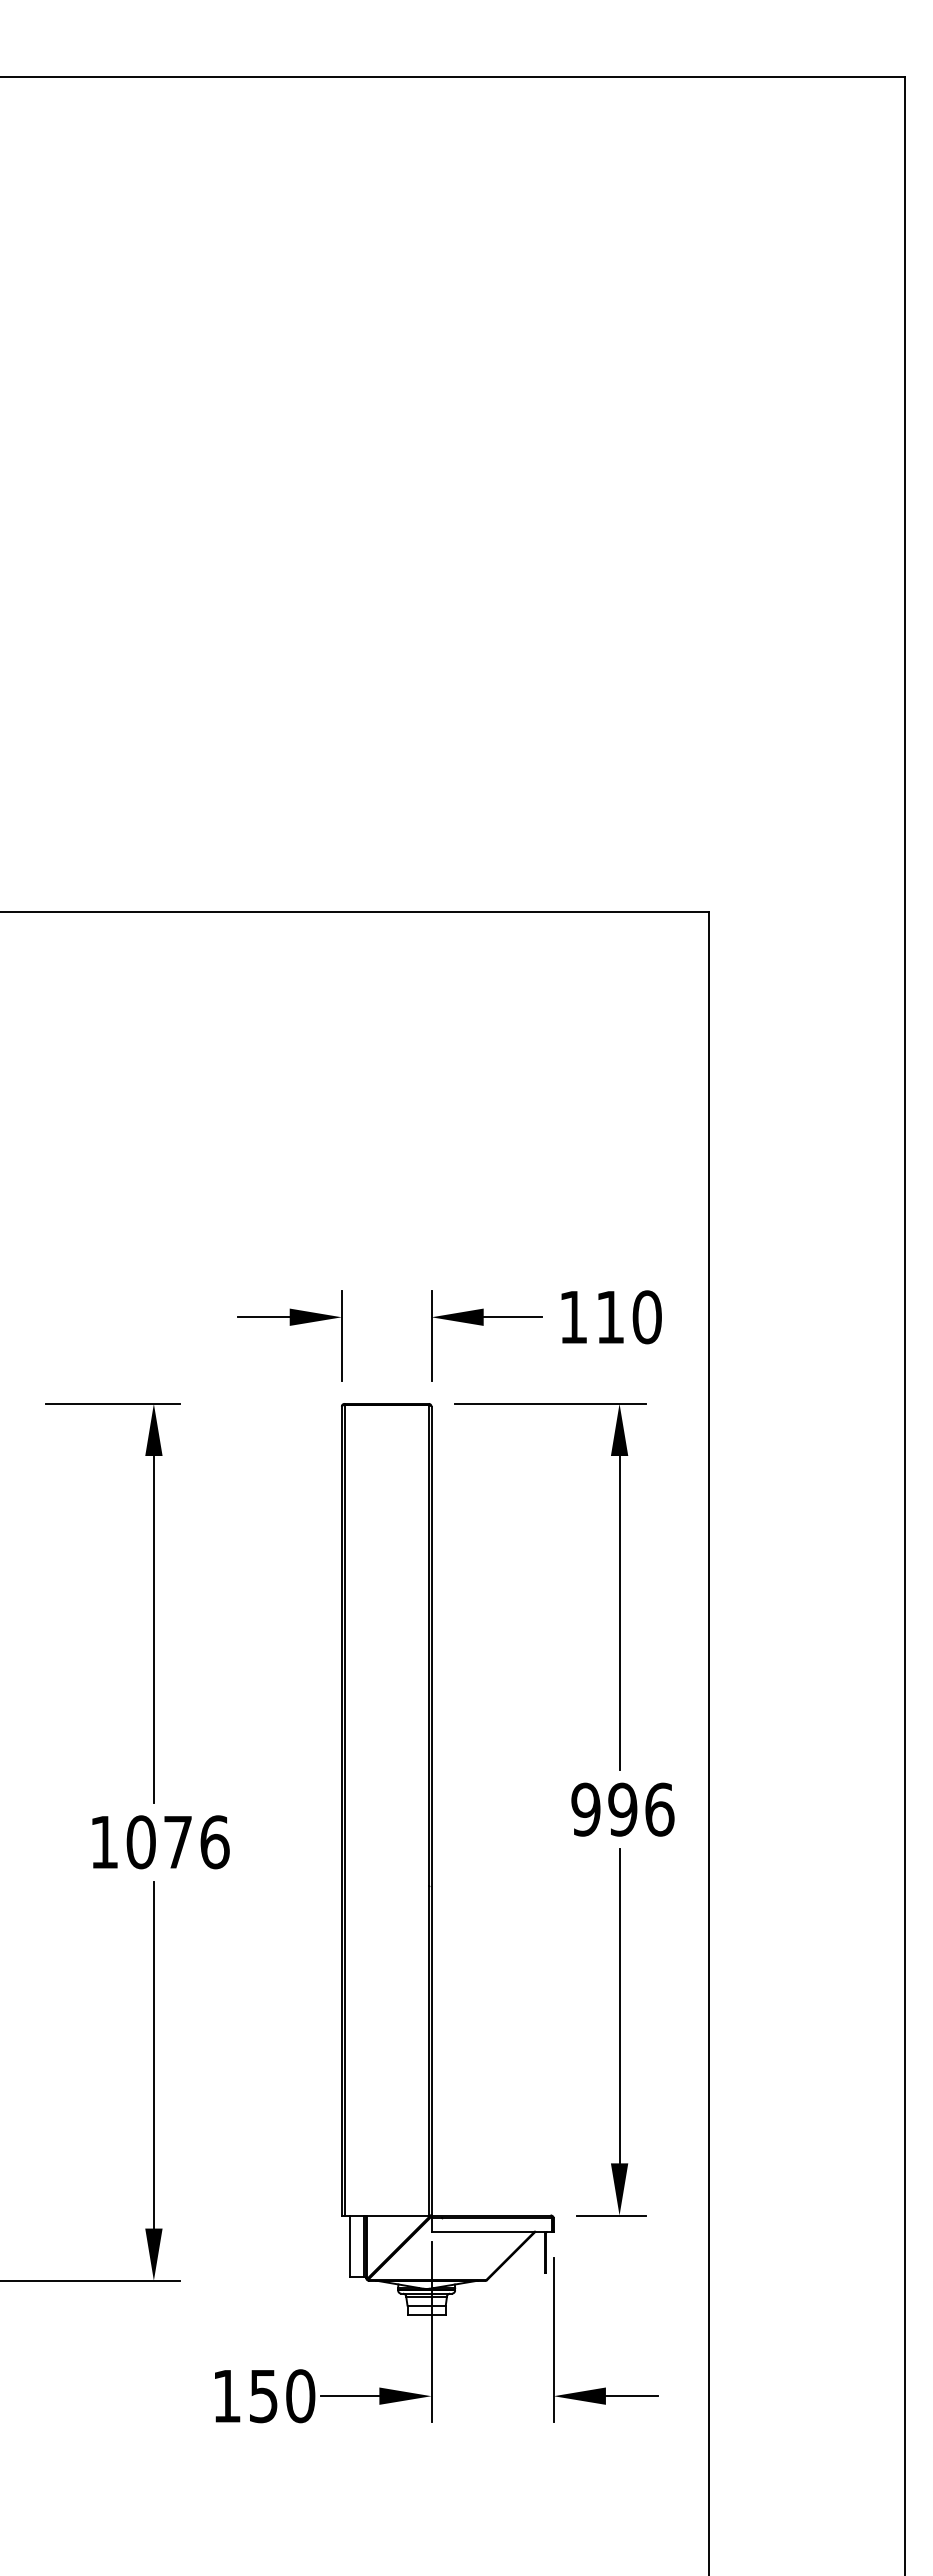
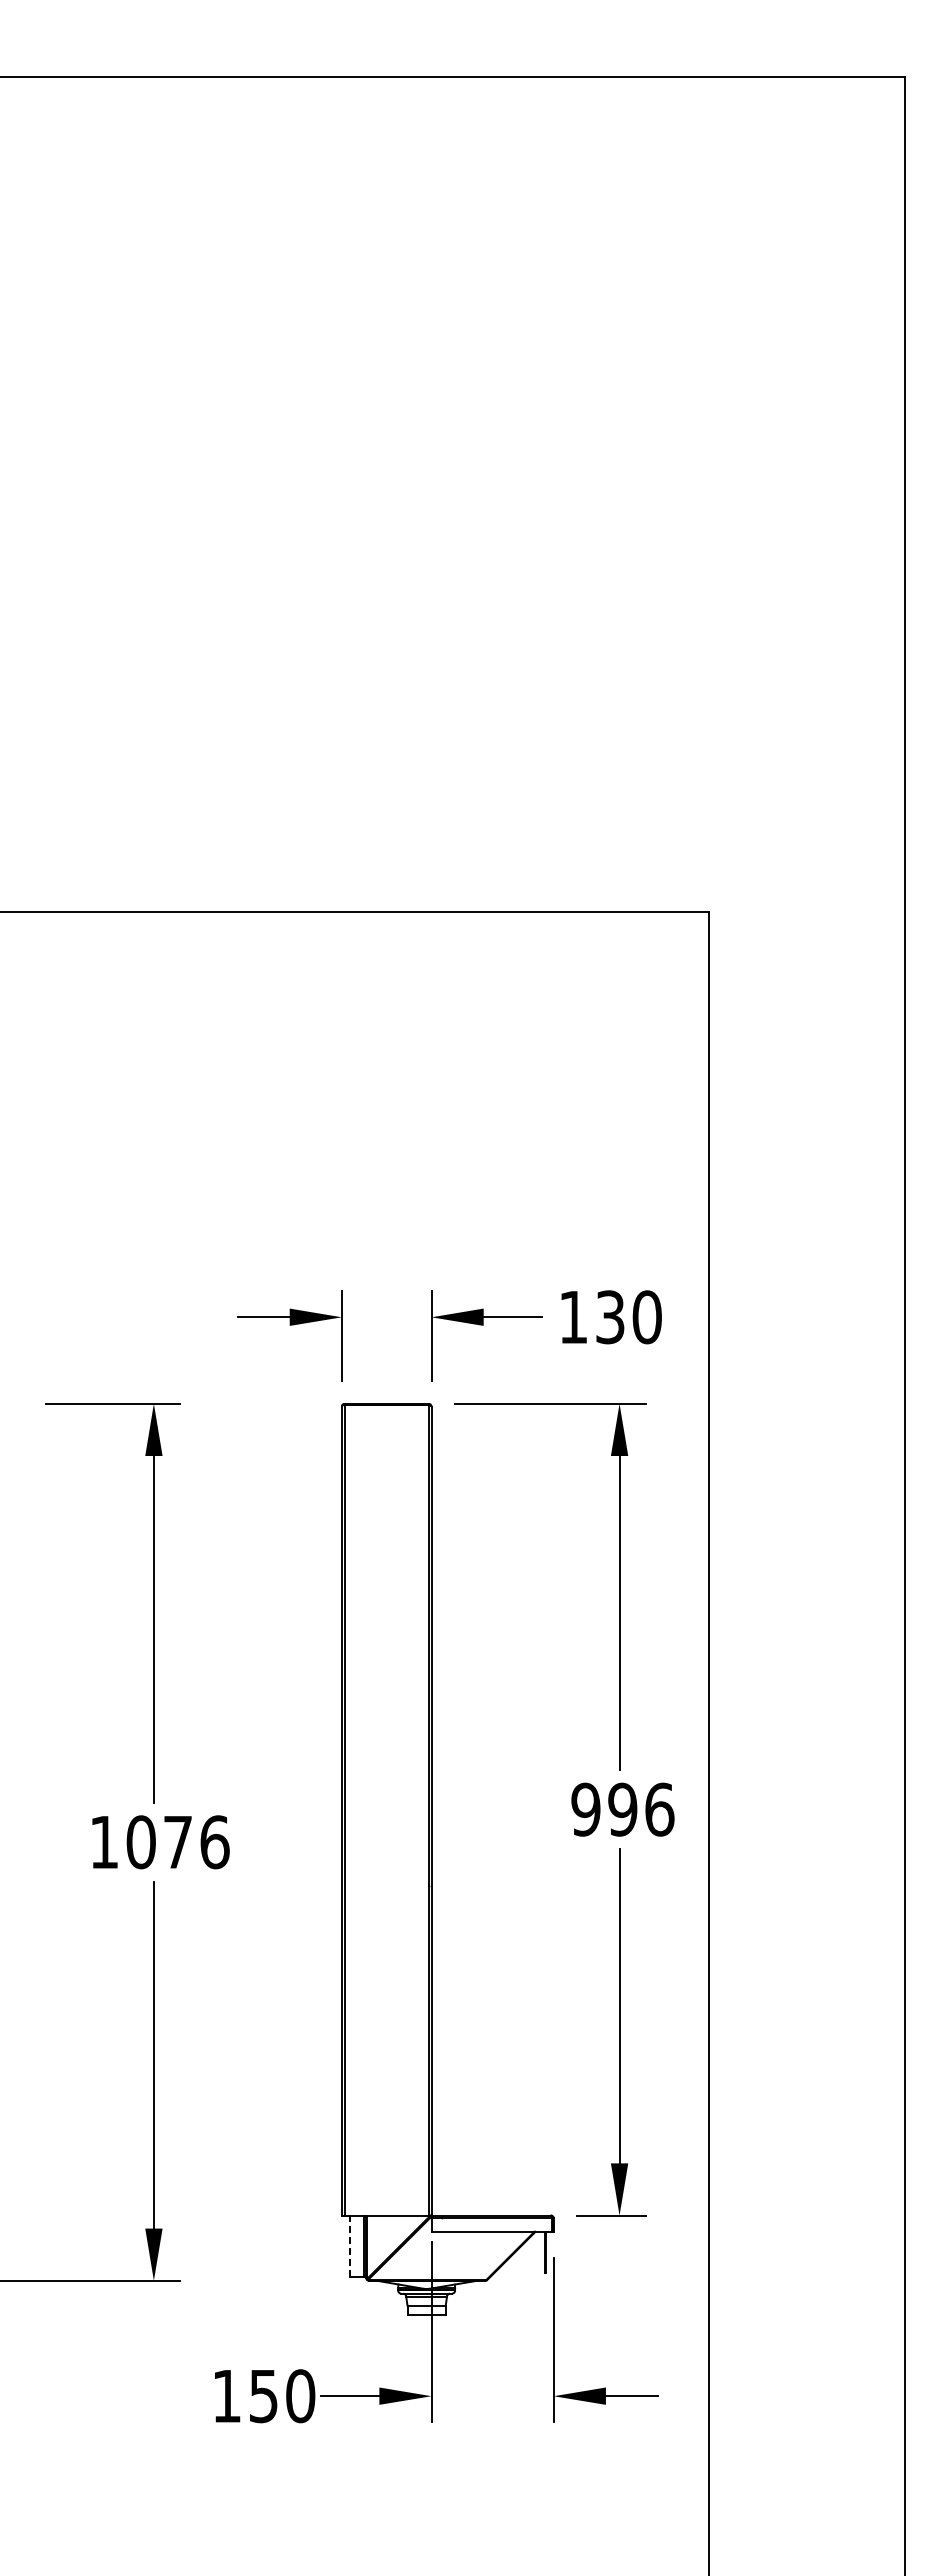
text at (610, 1317): 110 -> 130
line at (350, 2246): solid -> dashed
